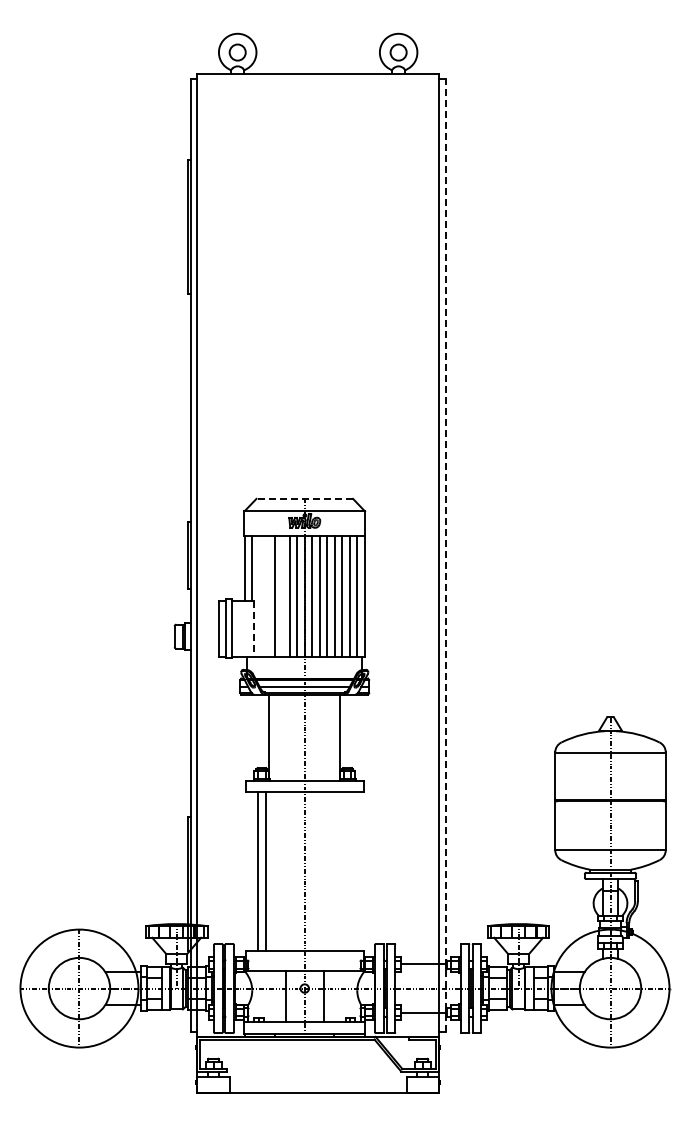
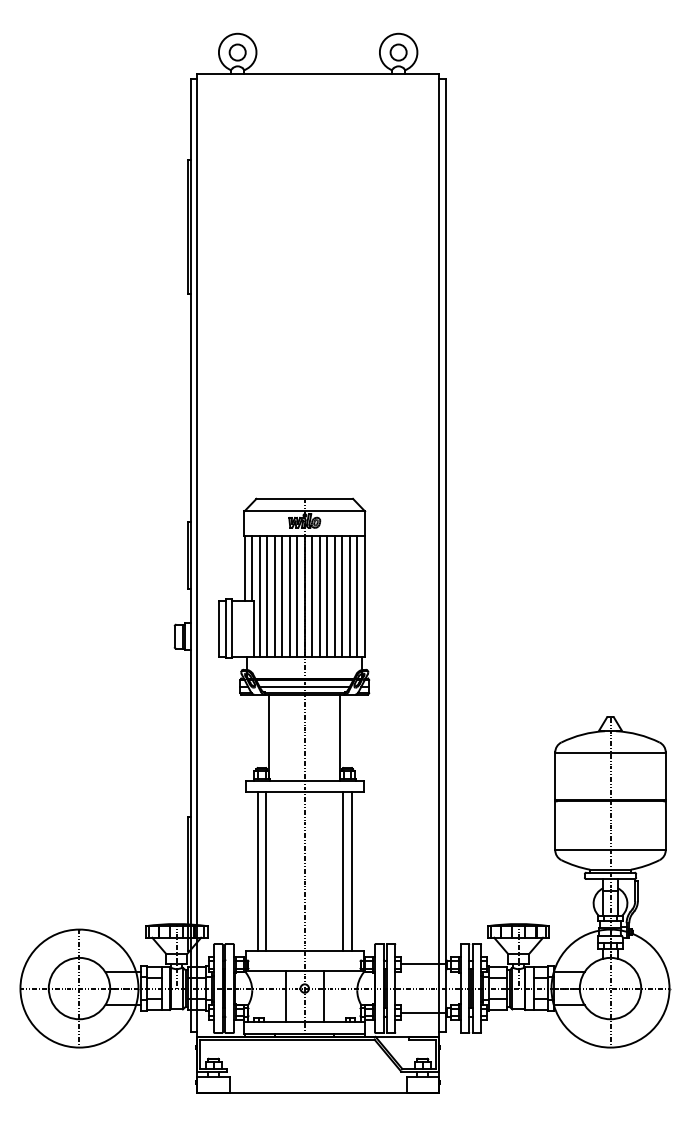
line at (304, 498): dashed -> solid
line at (445, 554): dashed -> solid
line at (259, 595): none -> present
line at (267, 595): none -> present
line at (282, 595): none -> present
line at (254, 628): dashed -> solid
line at (343, 871): none -> present
line at (351, 871): none -> present
